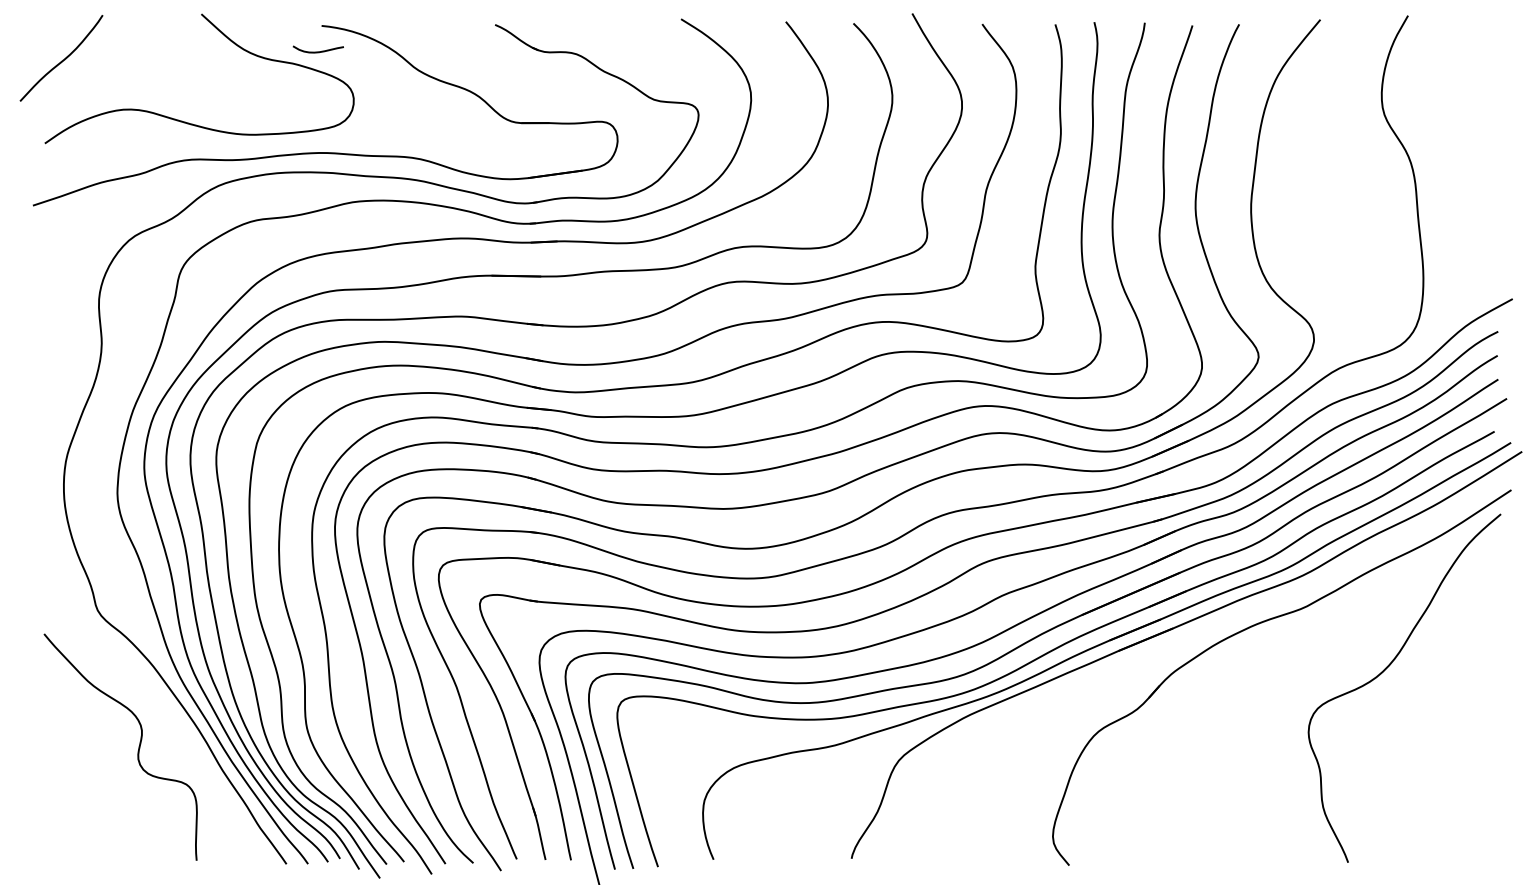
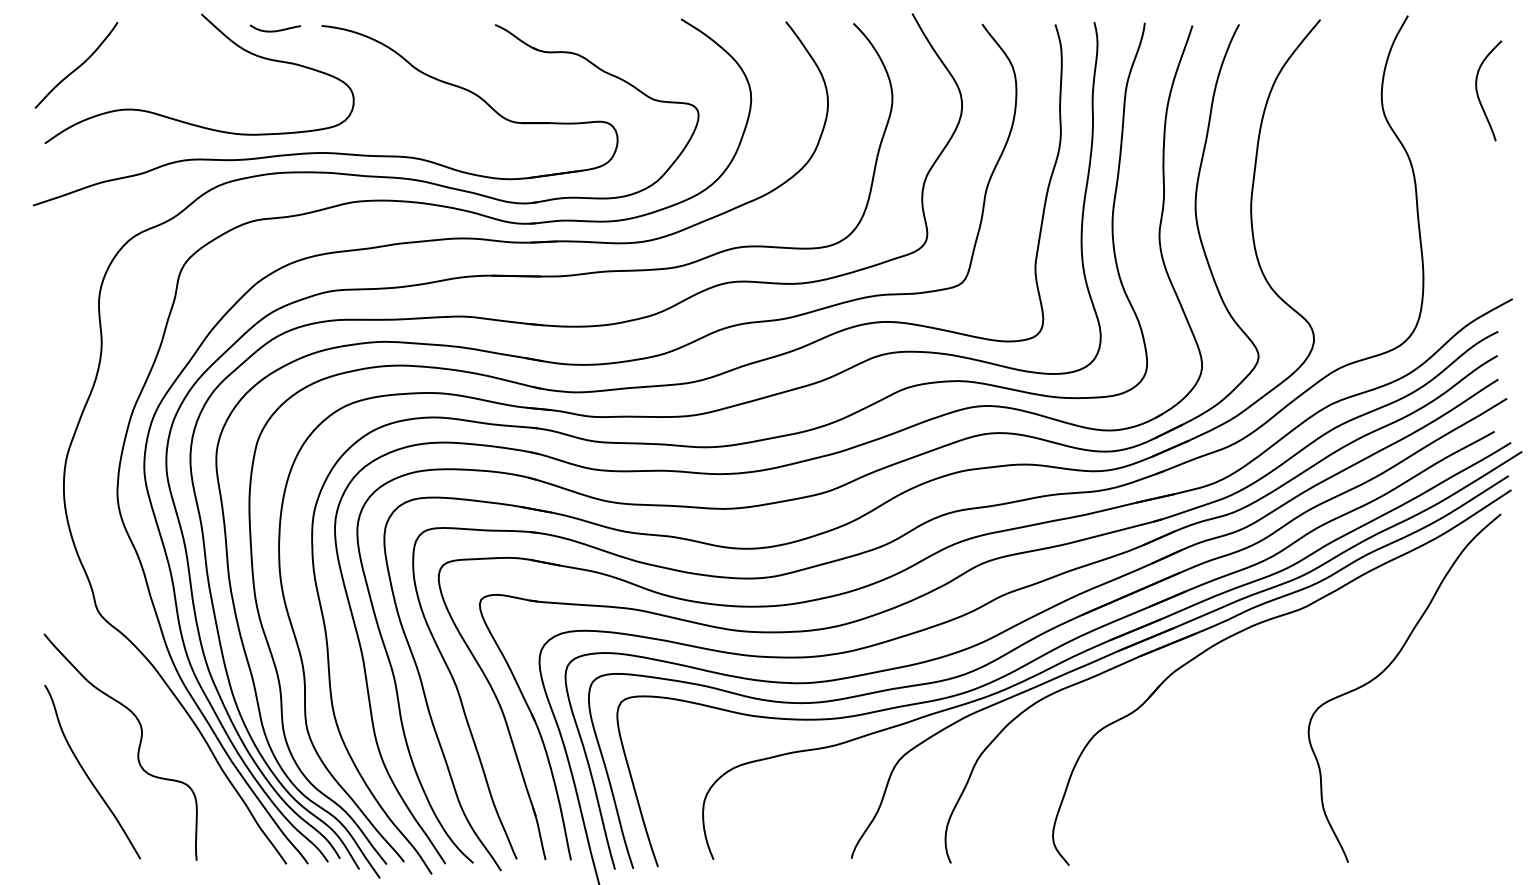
curve at (317, 51) position: (317, 51) -> (274, 30)
curve at (61, 60) position: (61, 60) -> (76, 67)
curve at (1478, 93): none -> present
part at (1211, 628): none -> present
curve at (88, 775): none -> present
